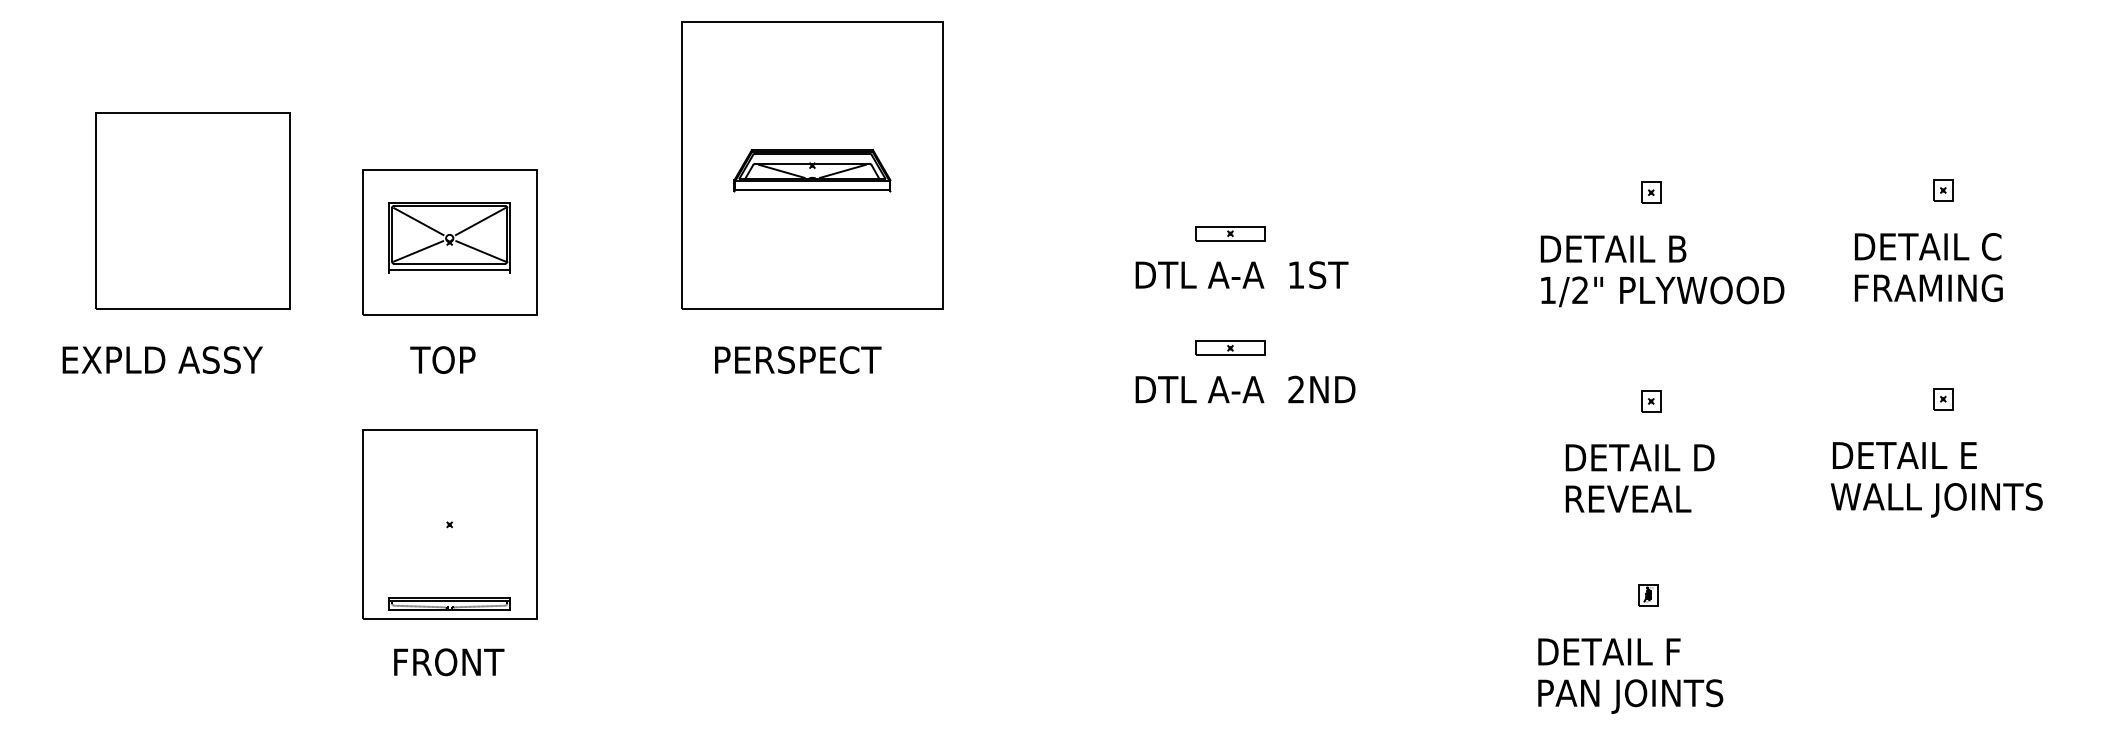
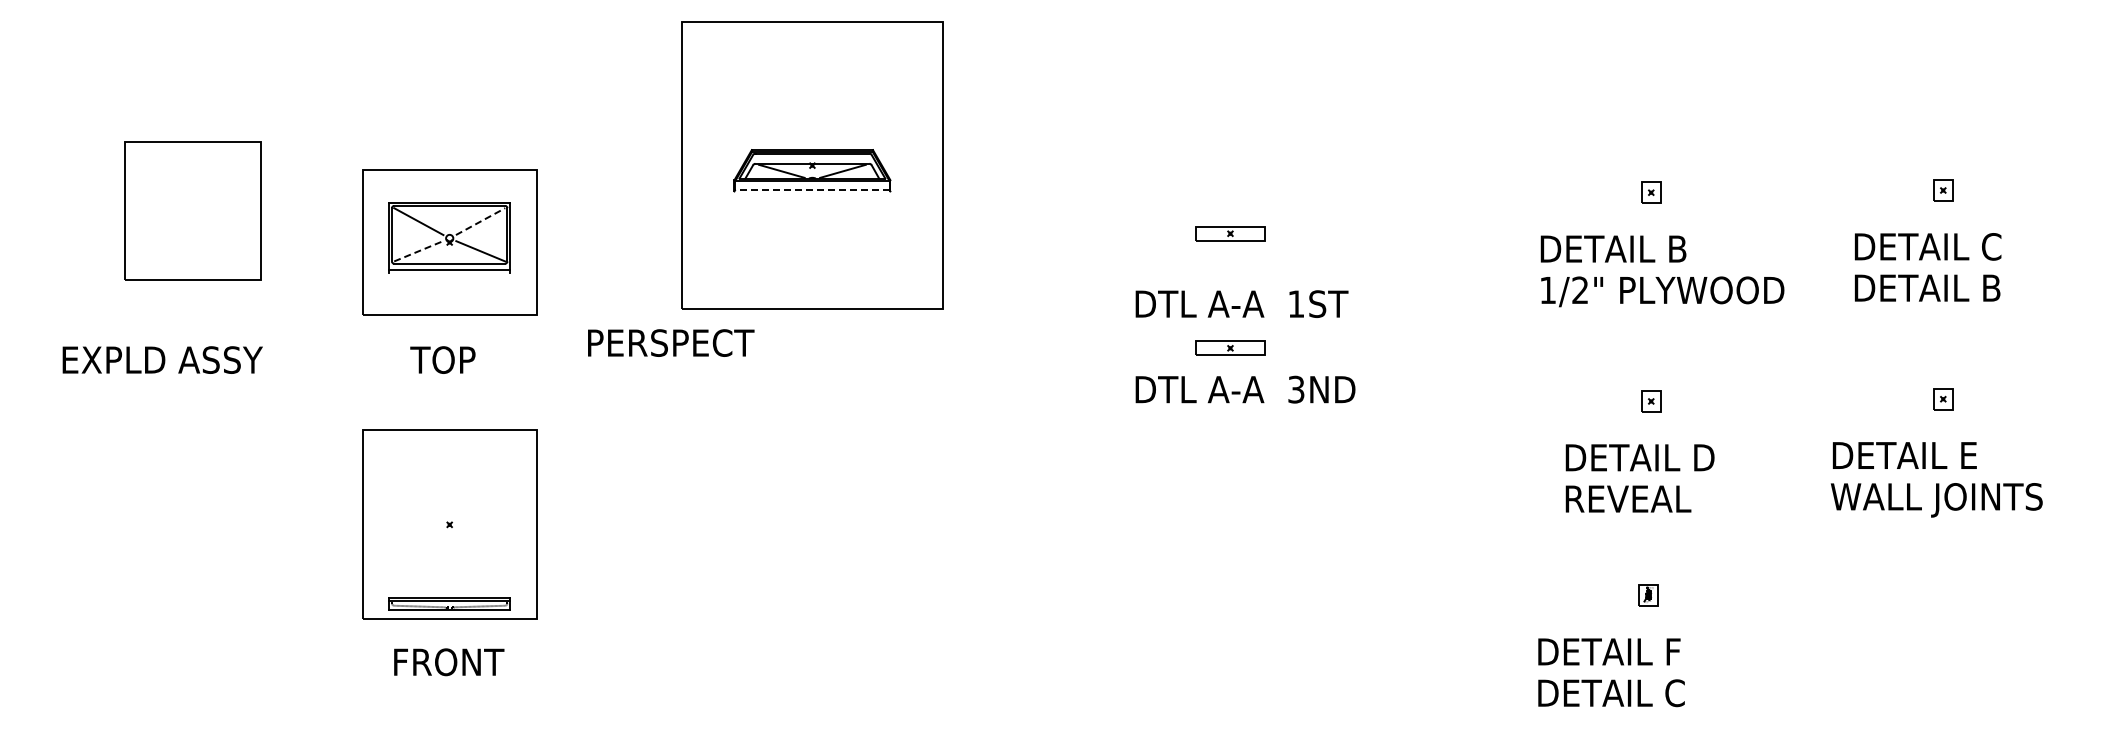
line at (811, 190): solid -> dashed
part at (192, 210) size: 196x198 px -> 138x140 px
line at (481, 221): solid -> dashed
line at (419, 251): solid -> dashed
text at (1241, 274) position: (1241, 274) -> (1241, 303)
text at (1930, 288): FRAMING -> DETAIL B
text at (798, 359) position: (798, 359) -> (671, 342)
text at (1296, 389): 2ND -> 3ND
text at (1632, 696): PAN JOINTS -> DETAIL C
